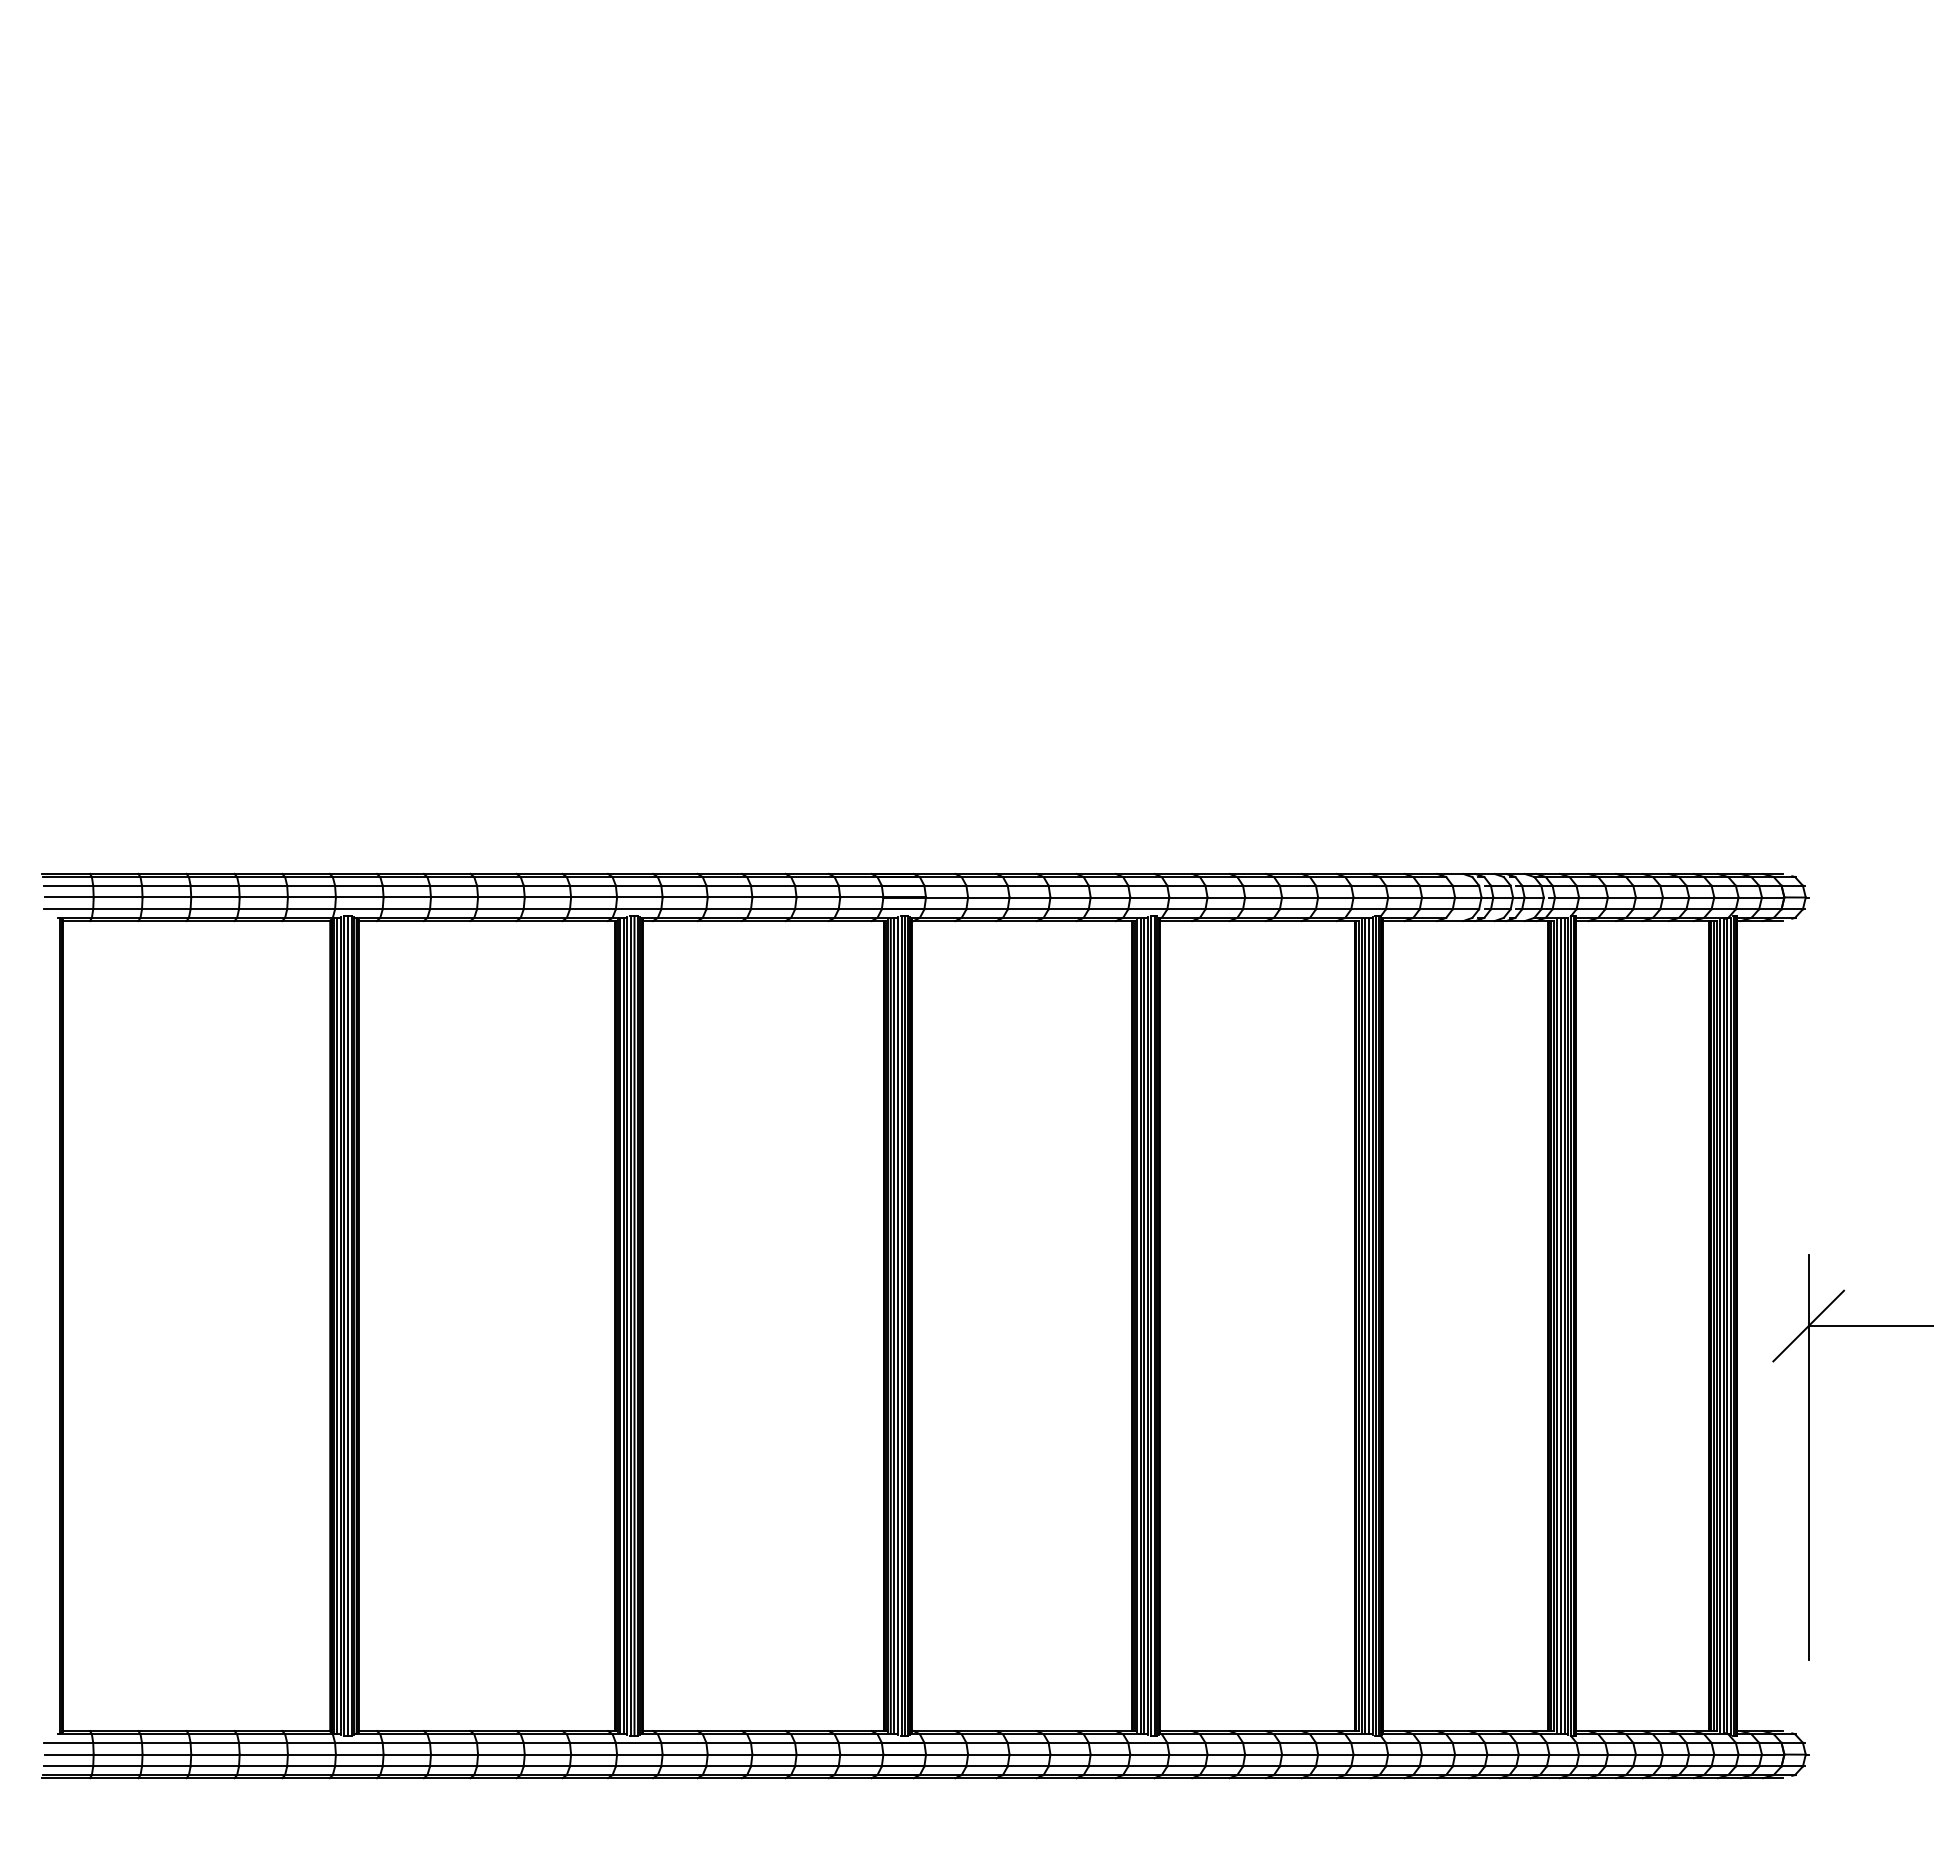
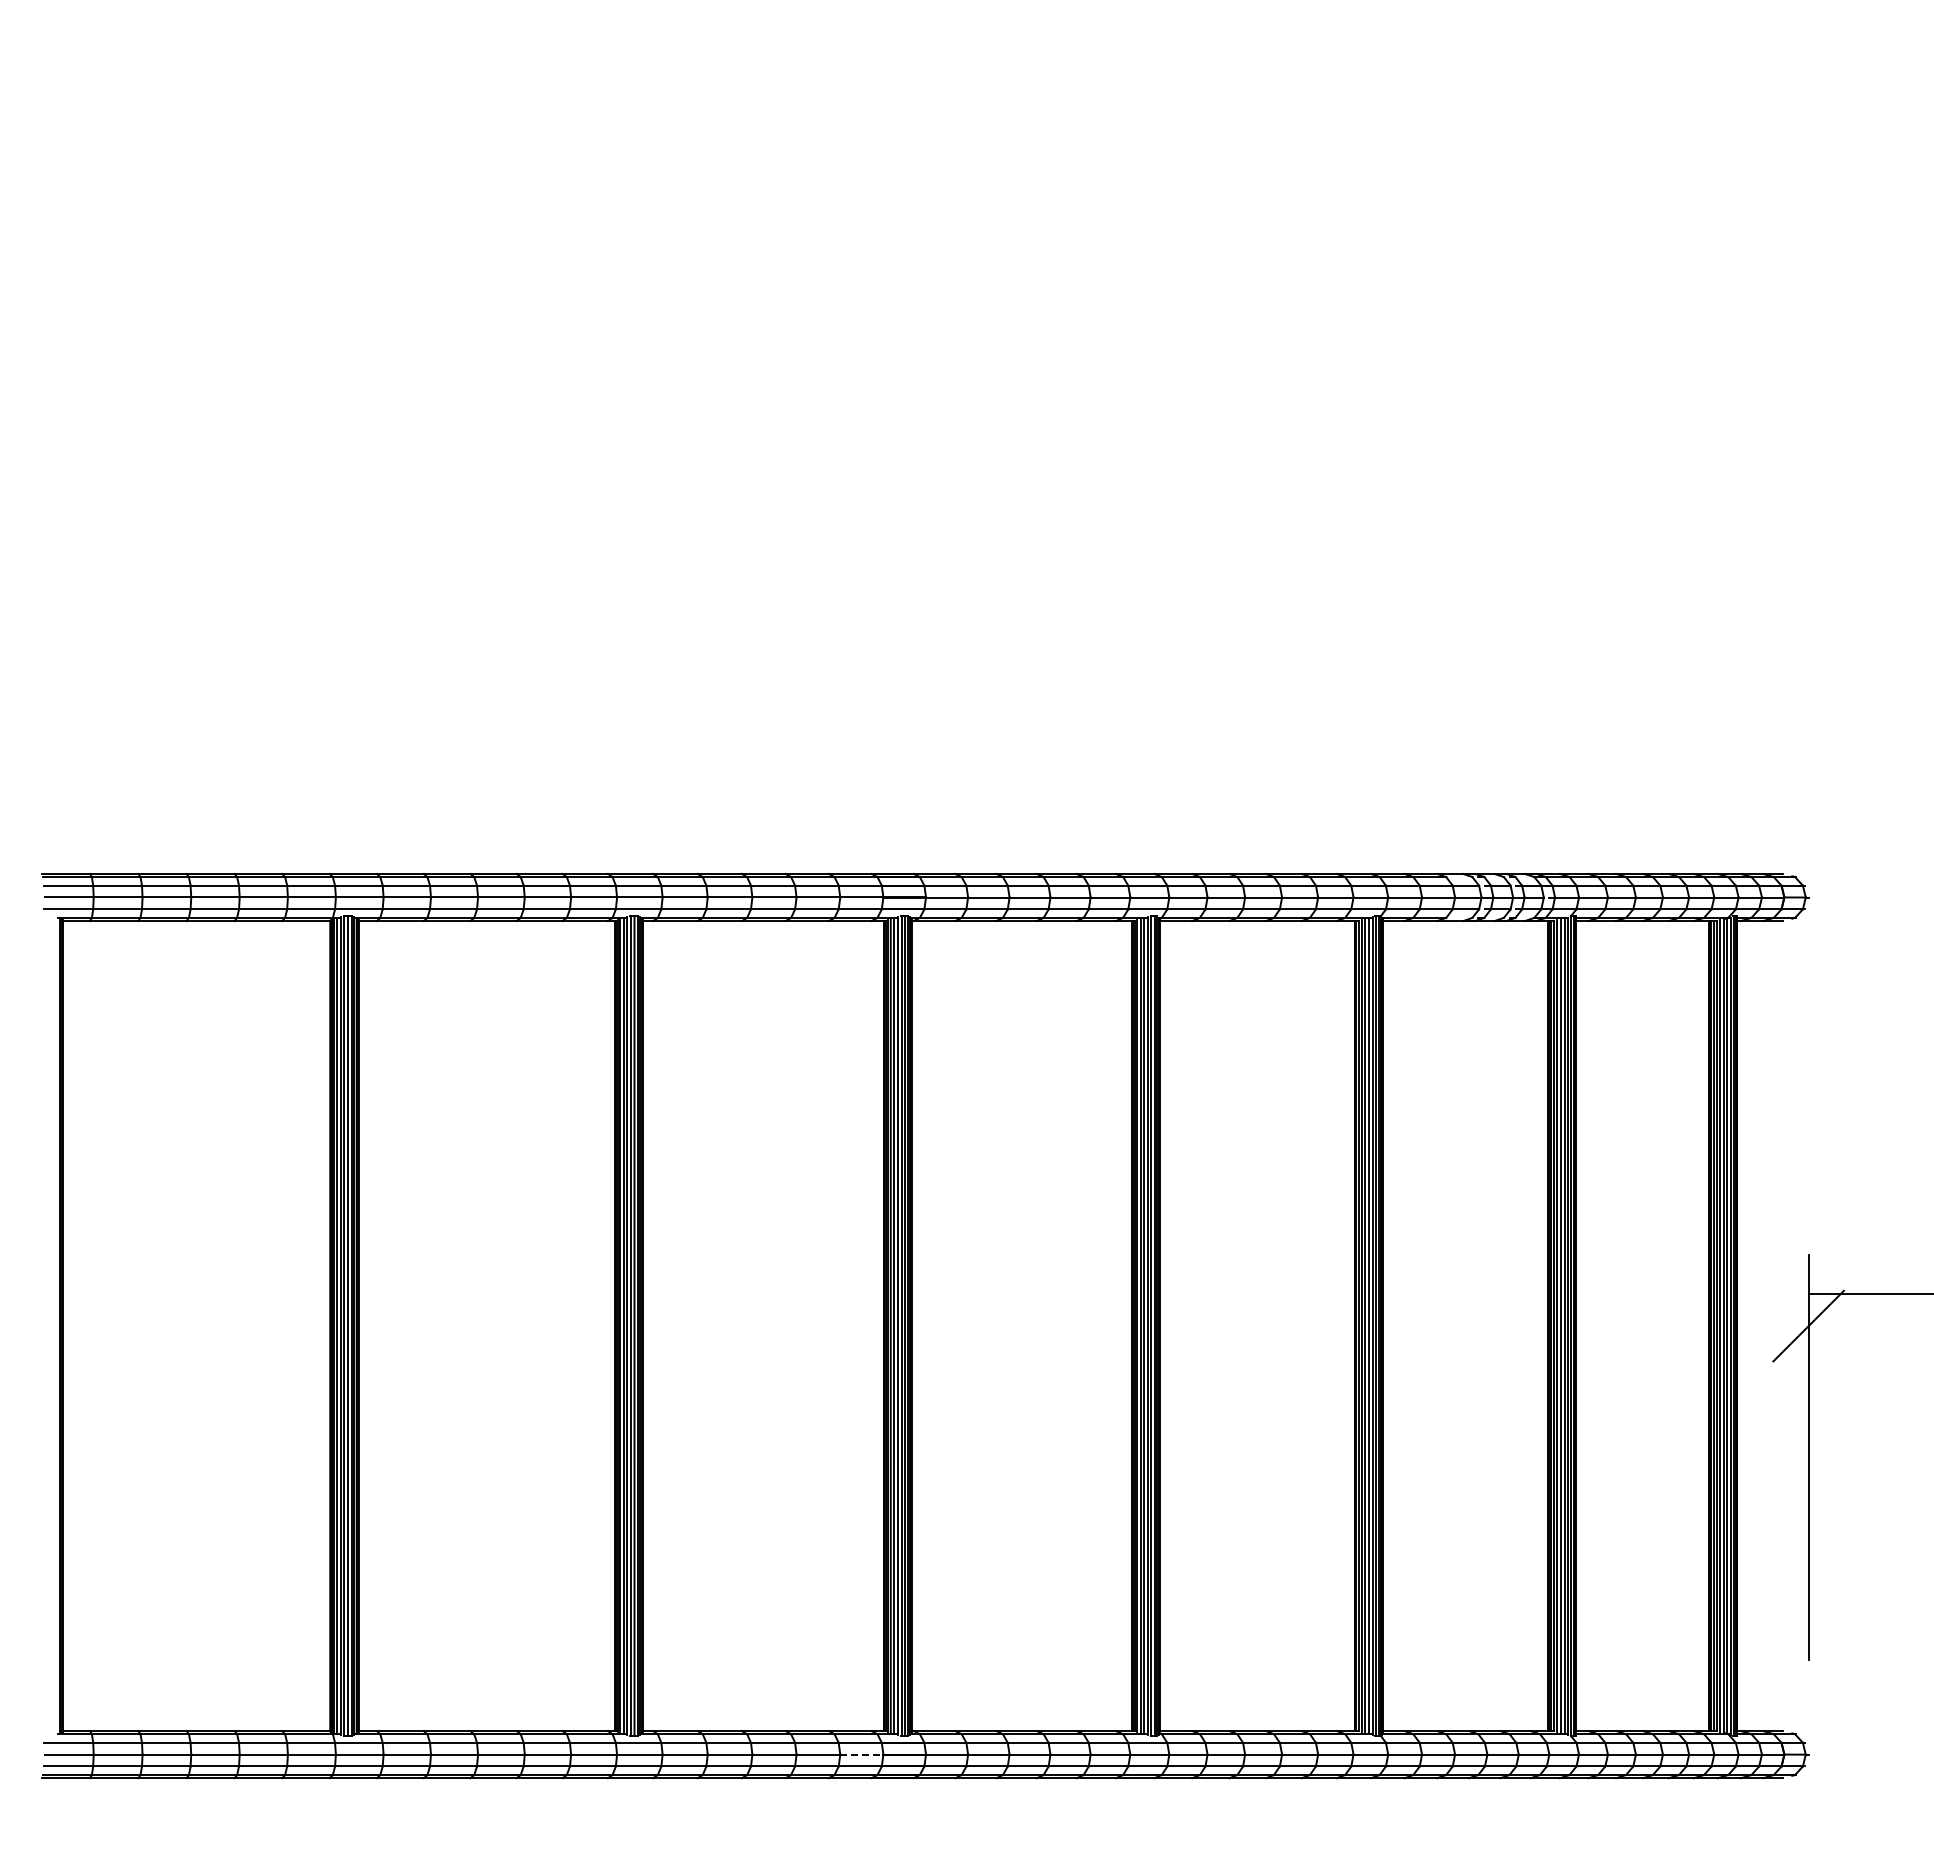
line at (1869, 1326) position: (1869, 1326) -> (1869, 1294)
line at (861, 1754): solid -> dashed
